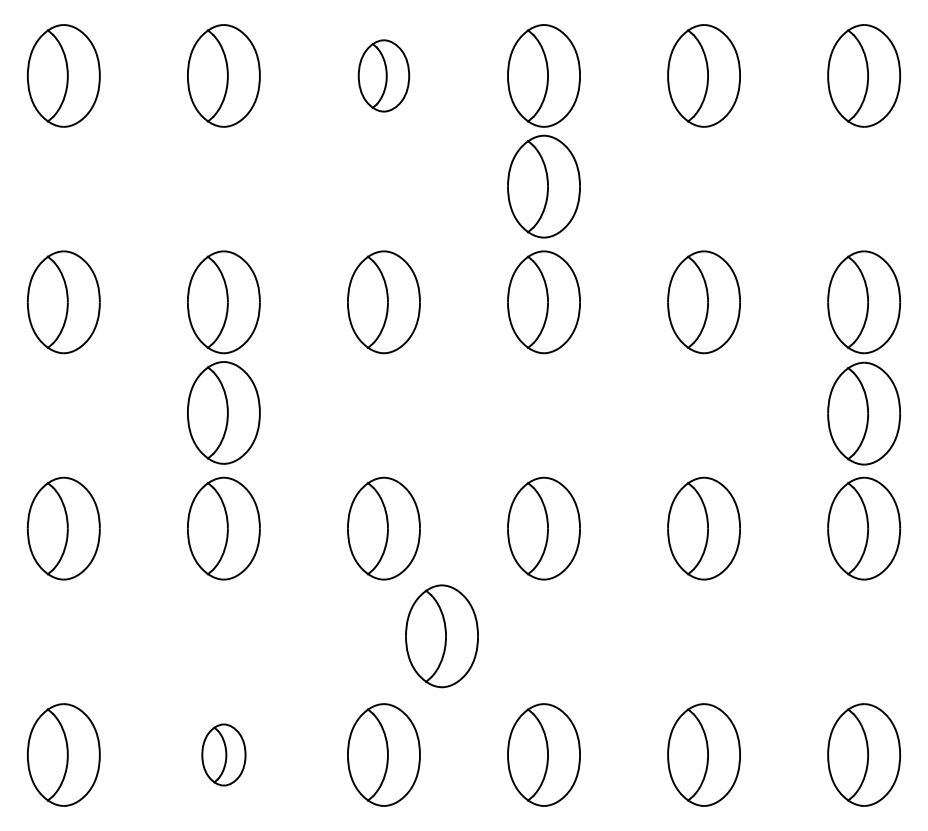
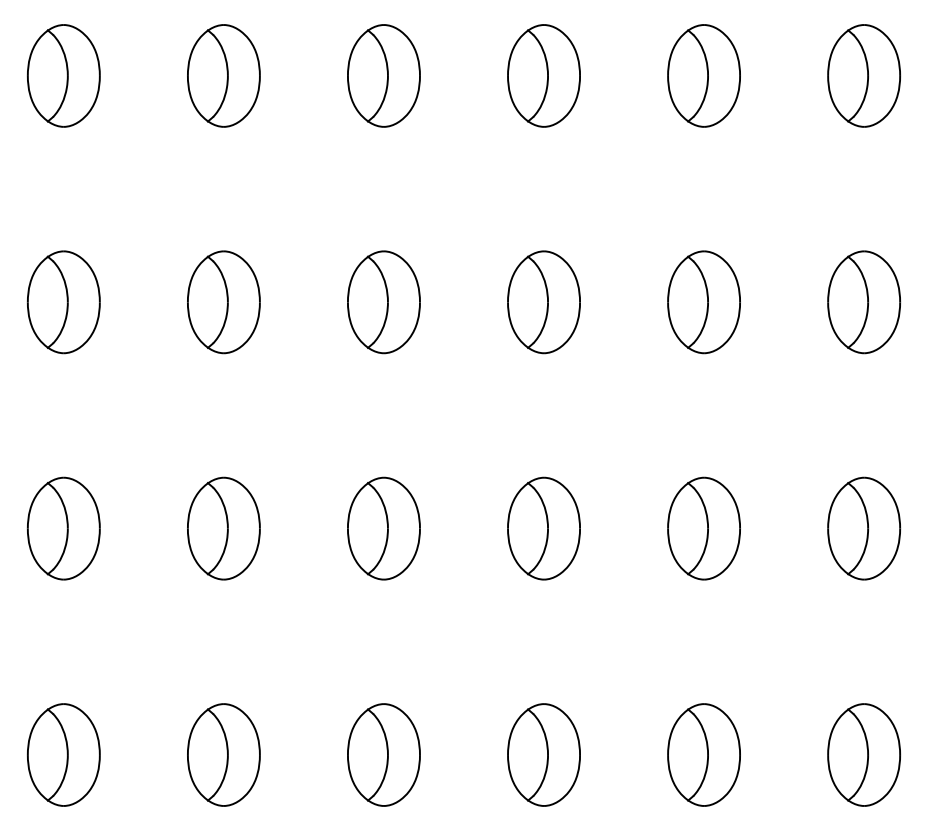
part at (383, 75) size: 54x74 px -> 74x104 px
part at (543, 186): present -> none
part at (223, 412): present -> none
part at (864, 413): present -> none
part at (441, 636): present -> none
part at (223, 754) size: 46x64 px -> 74x104 px
